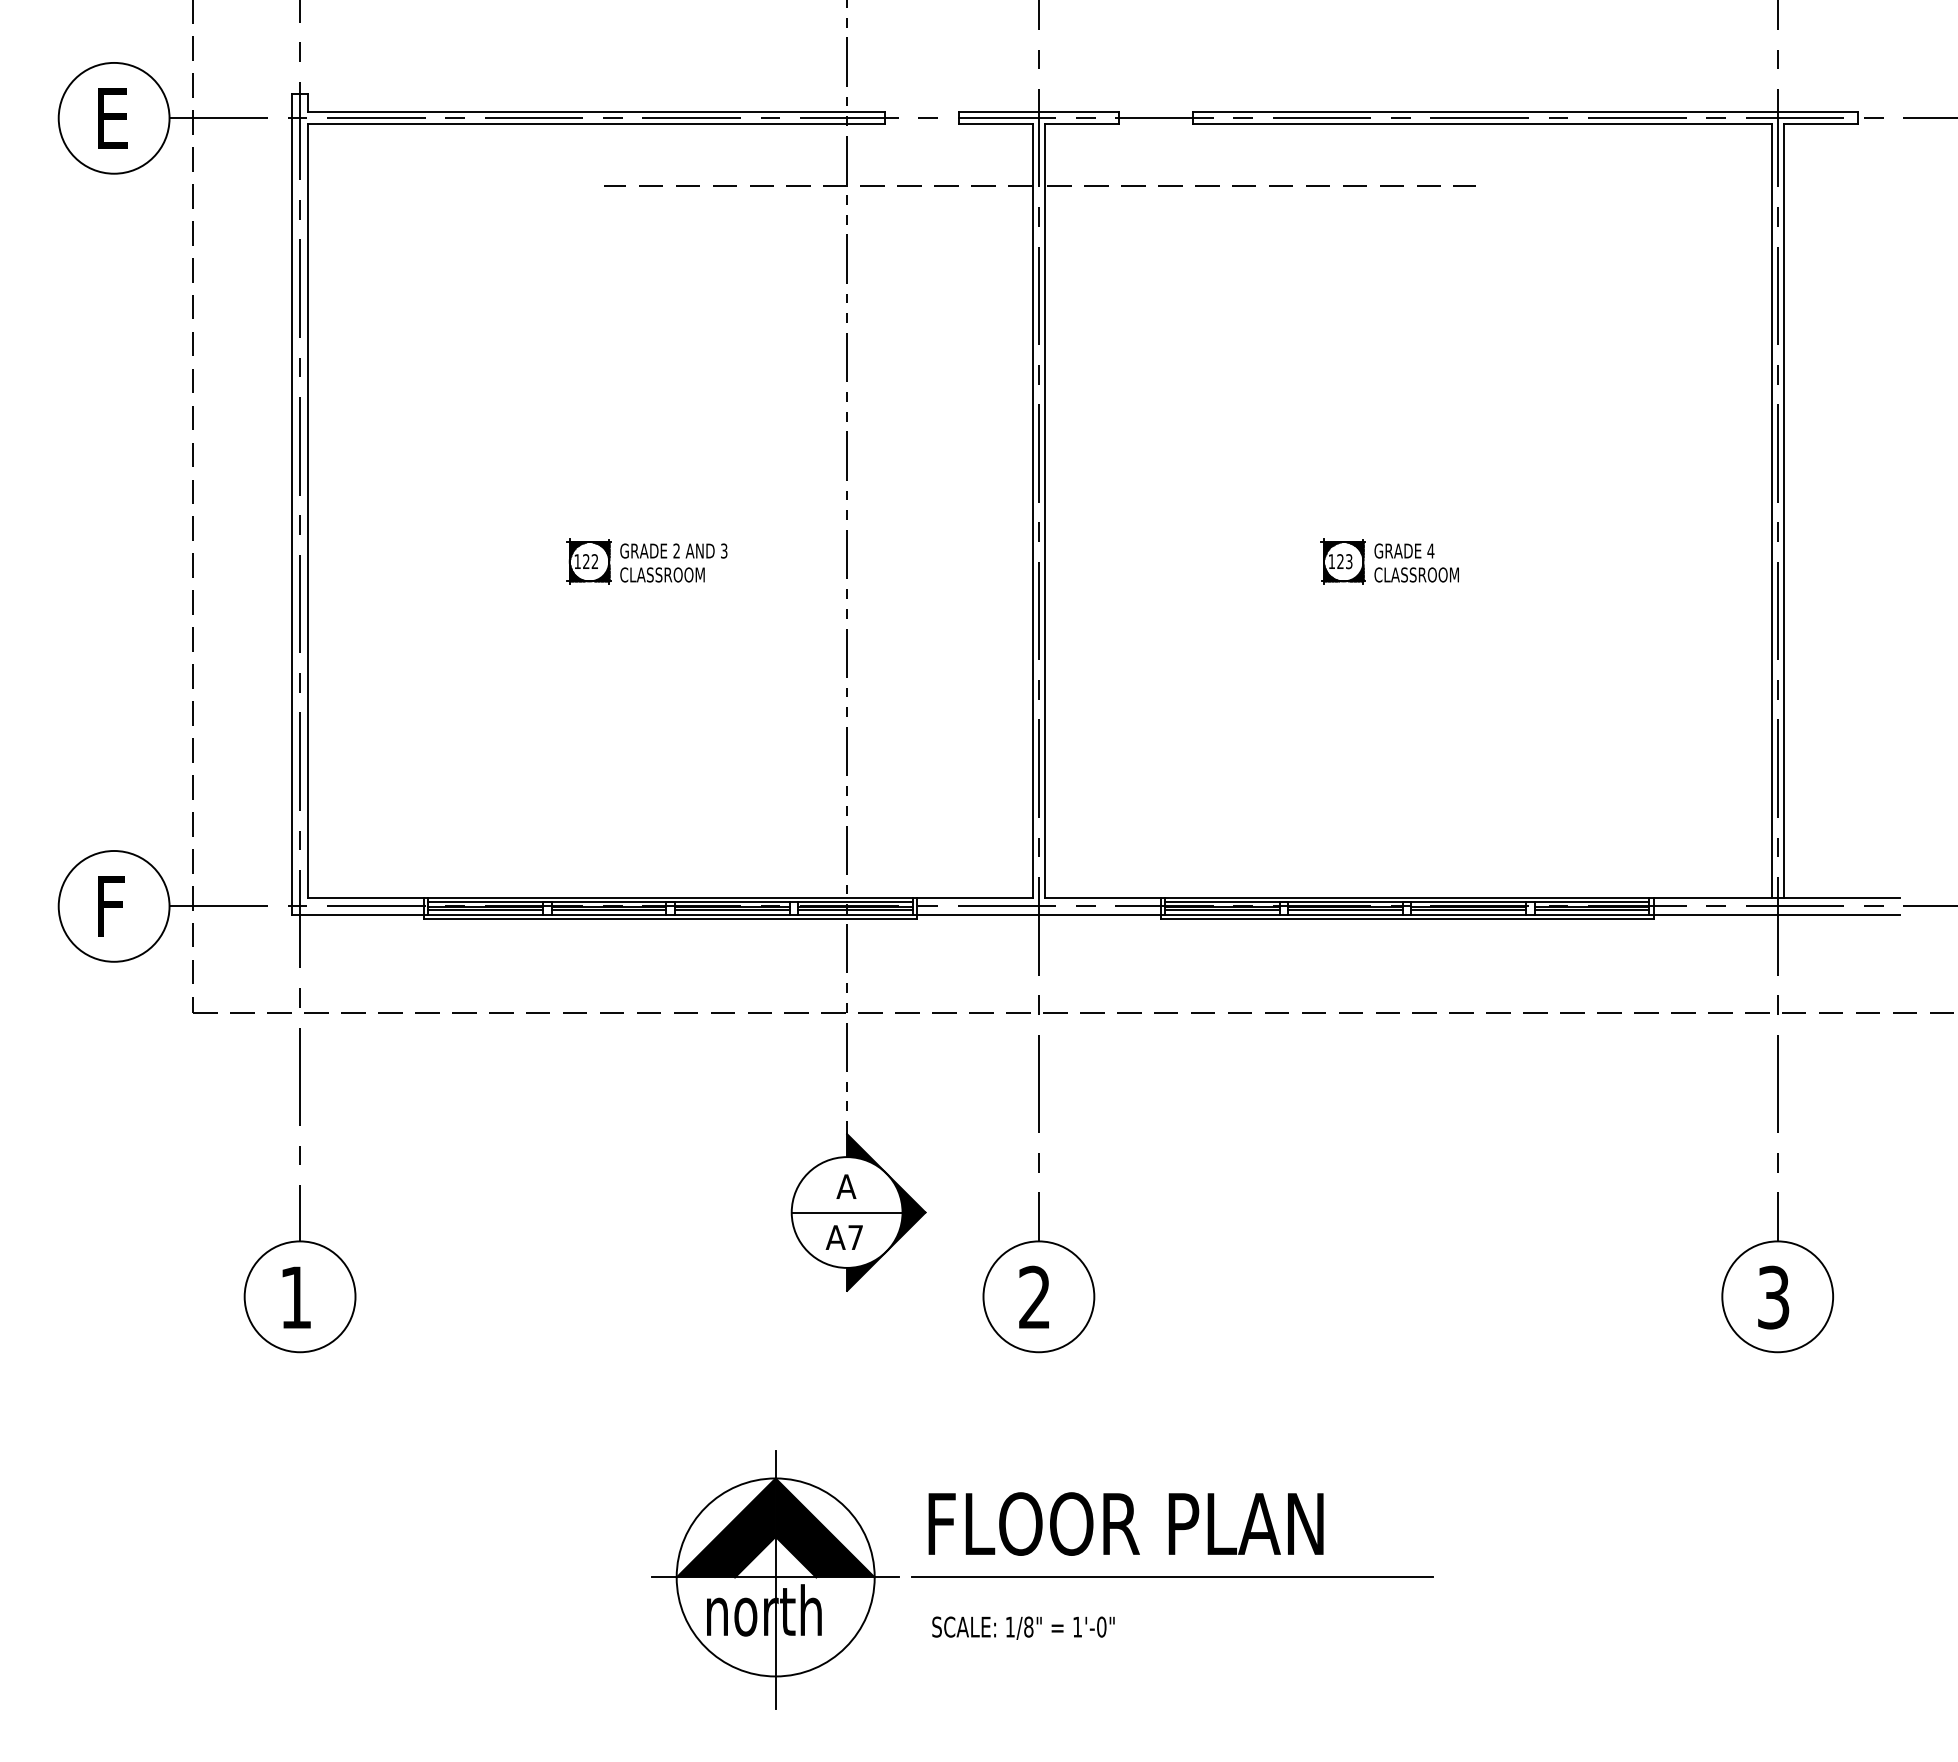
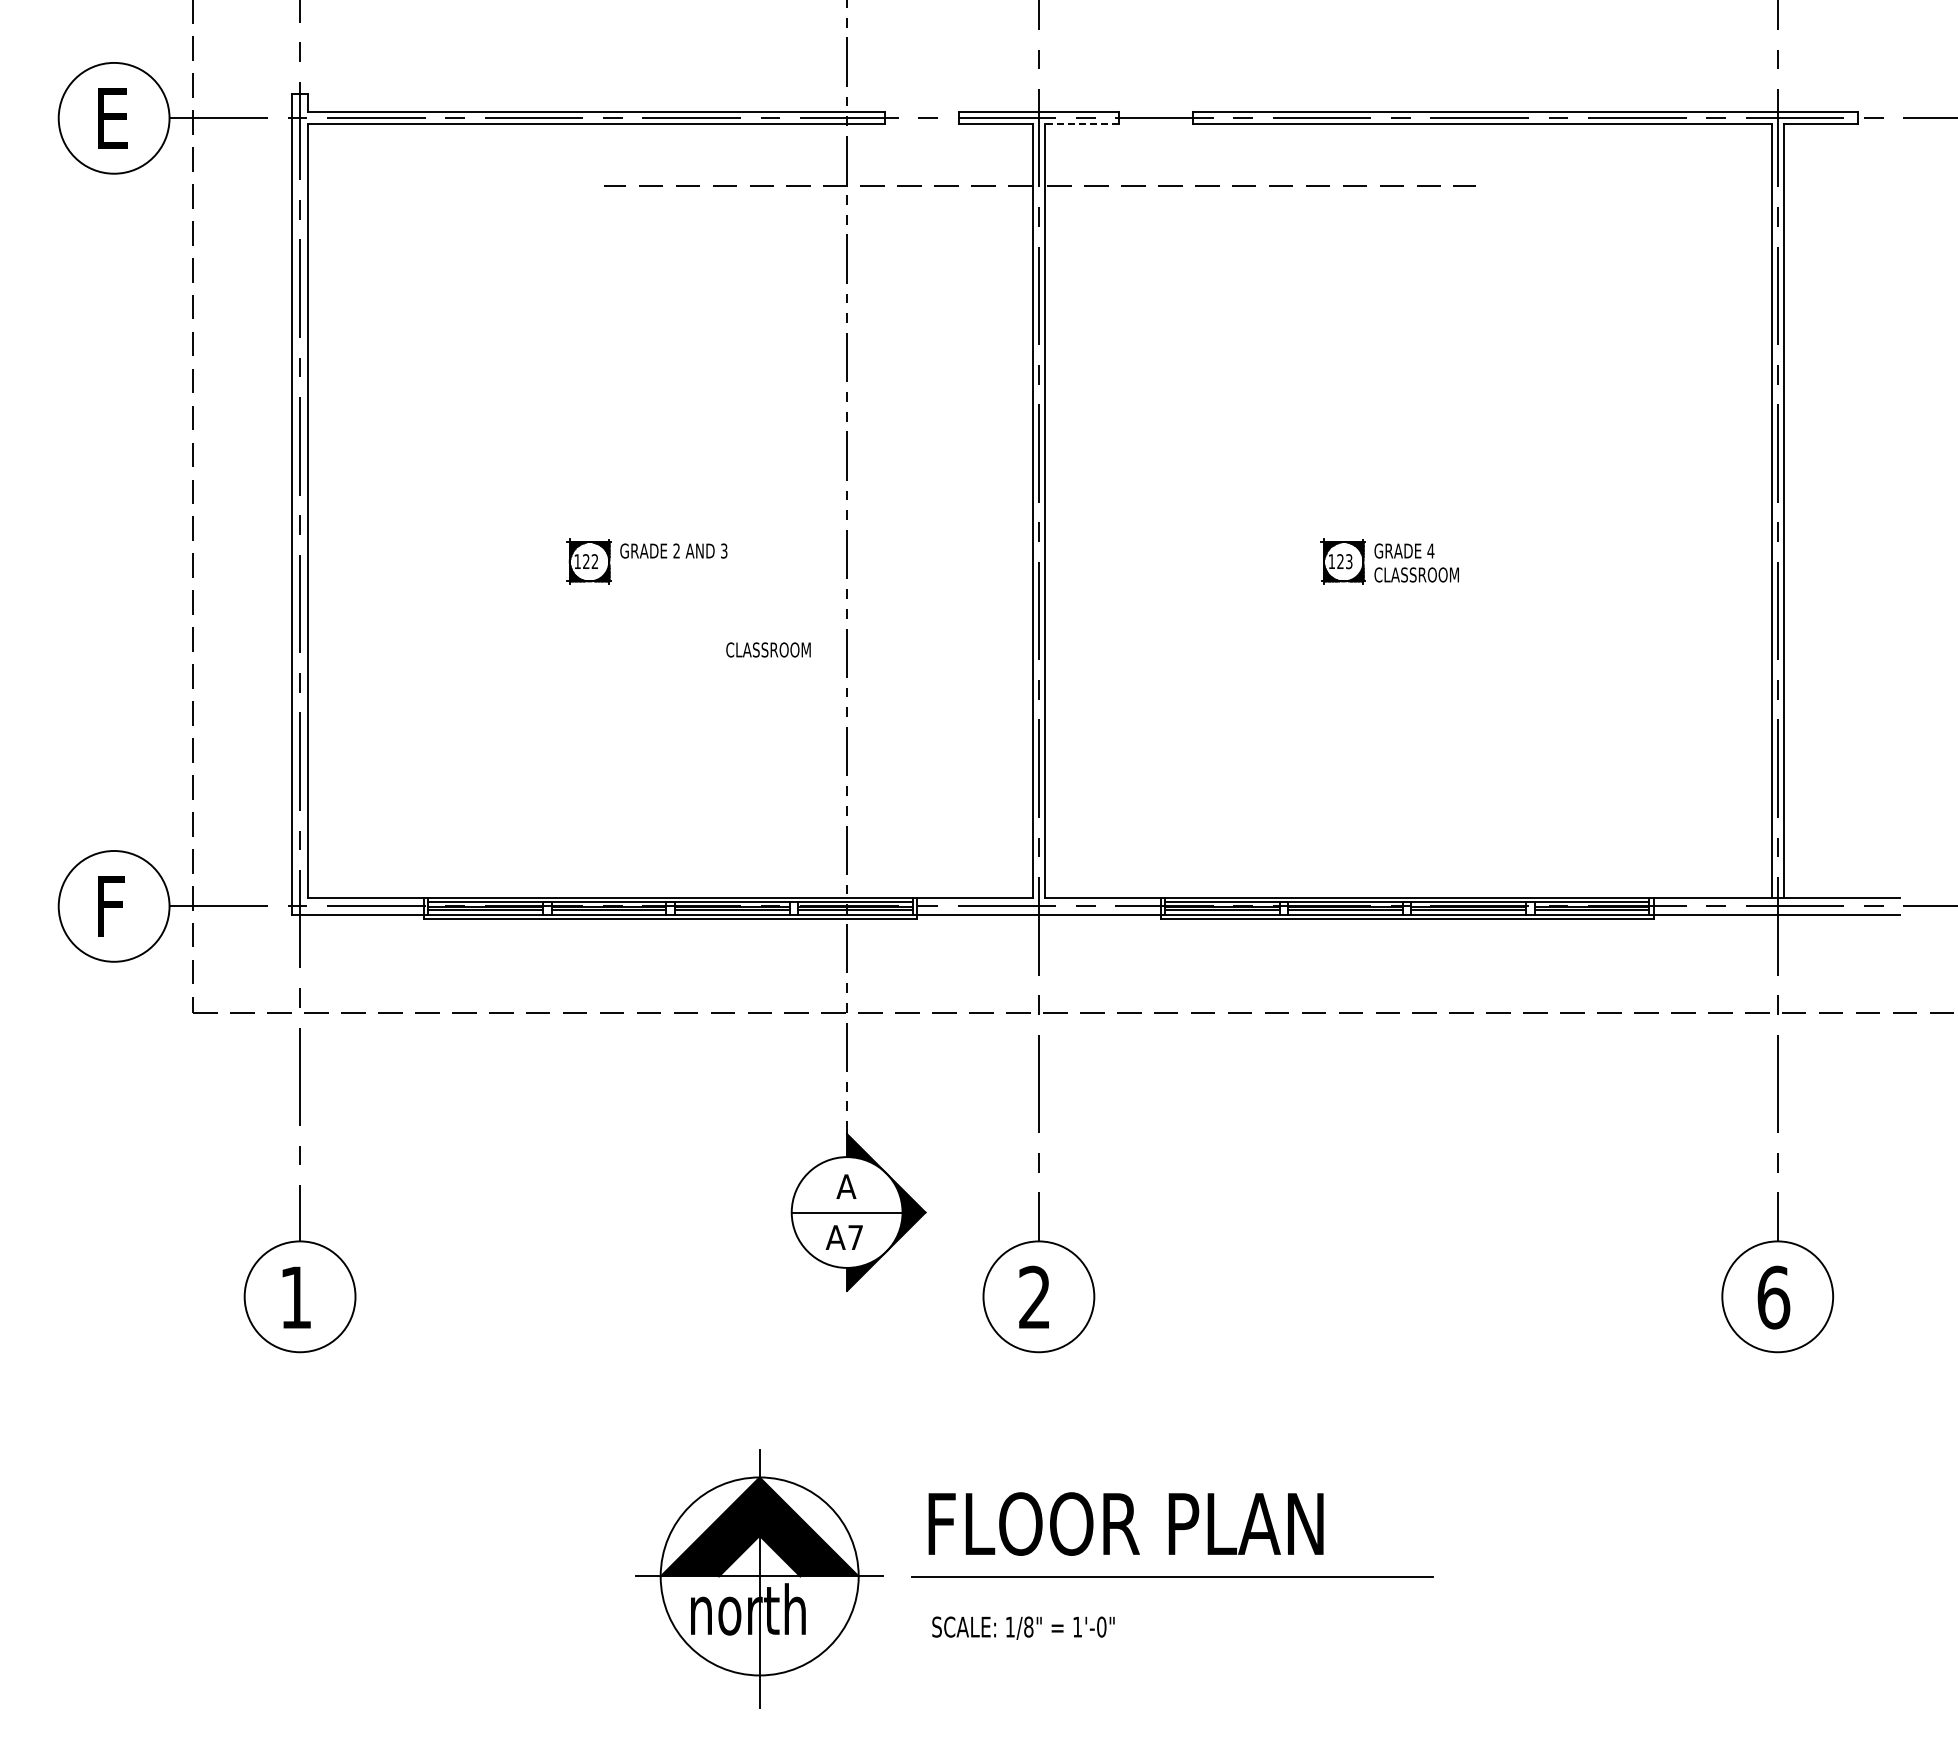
line at (1082, 124): solid -> dashed
text at (662, 574) position: (662, 574) -> (768, 649)
text at (1773, 1297): 3 -> 6
part at (775, 1579) position: (775, 1579) -> (759, 1578)
